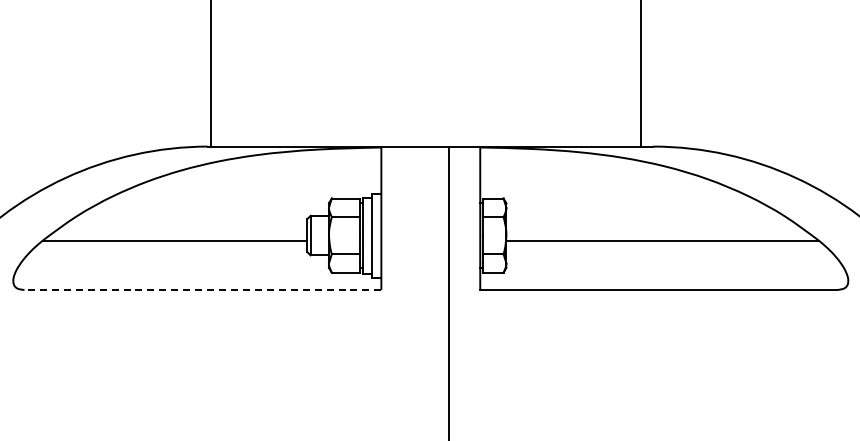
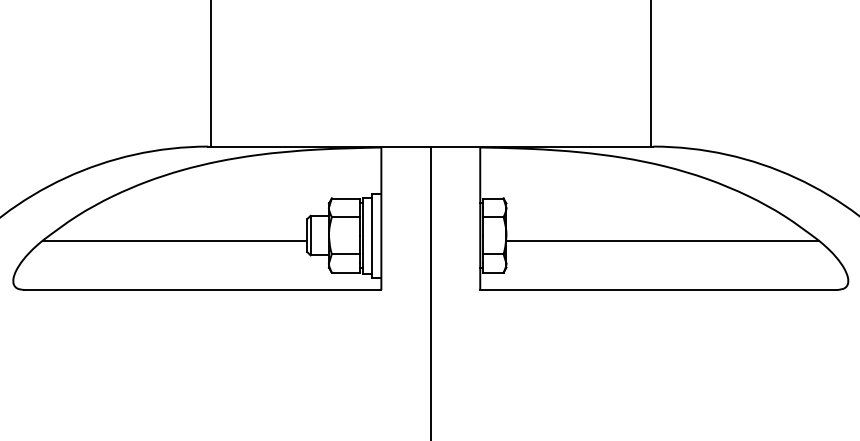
line at (640, 74) position: (640, 74) -> (650, 74)
line at (202, 289): dashed -> solid
line at (448, 291) position: (448, 291) -> (430, 291)
